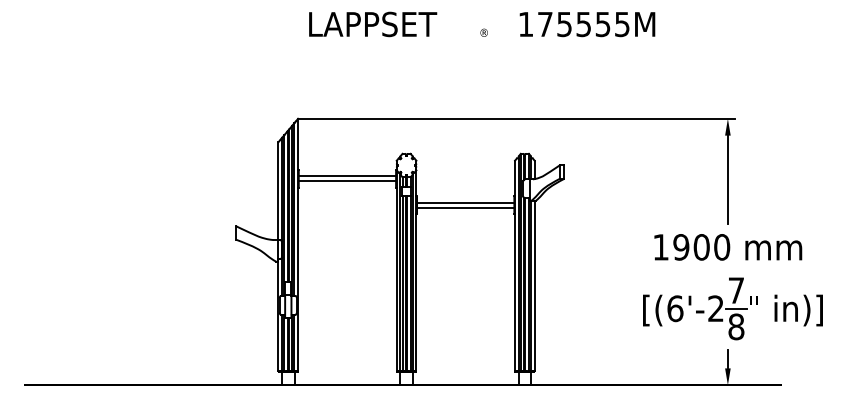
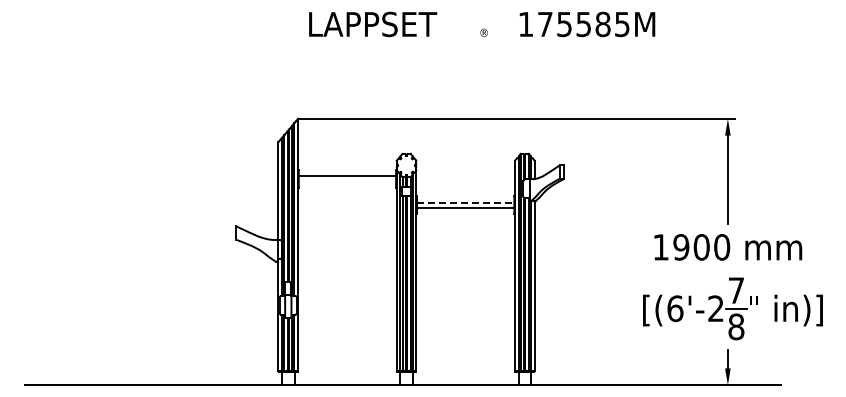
text at (602, 24): 175555M -> 175585M
line at (347, 181): present -> none
line at (465, 202): solid -> dashed
